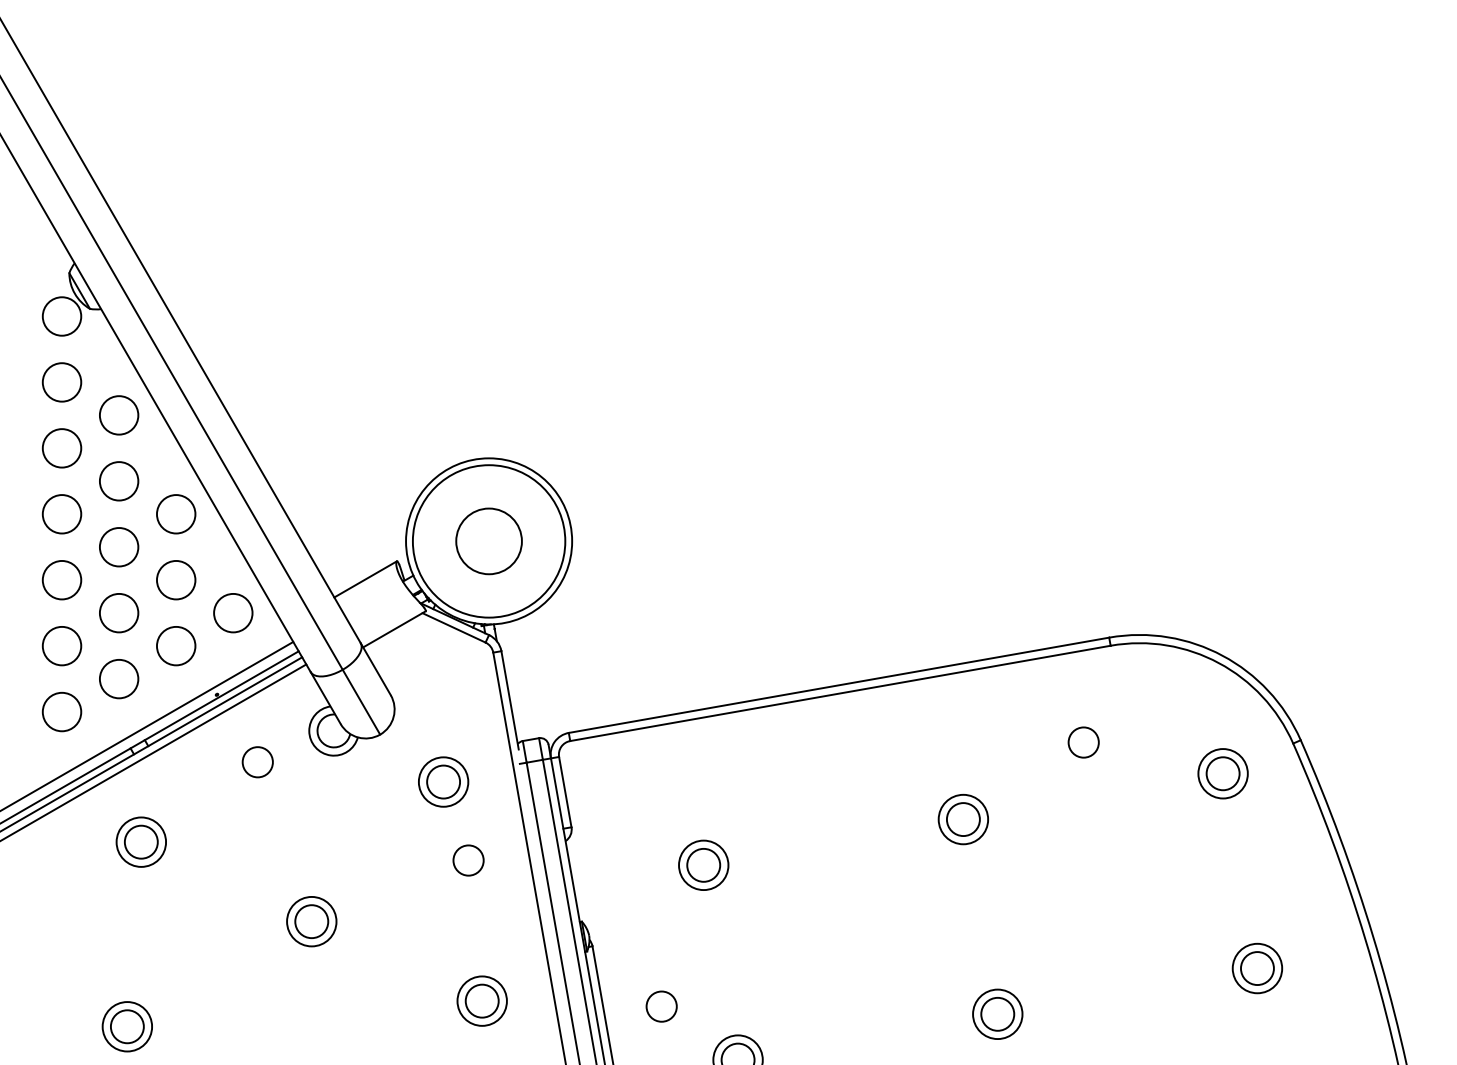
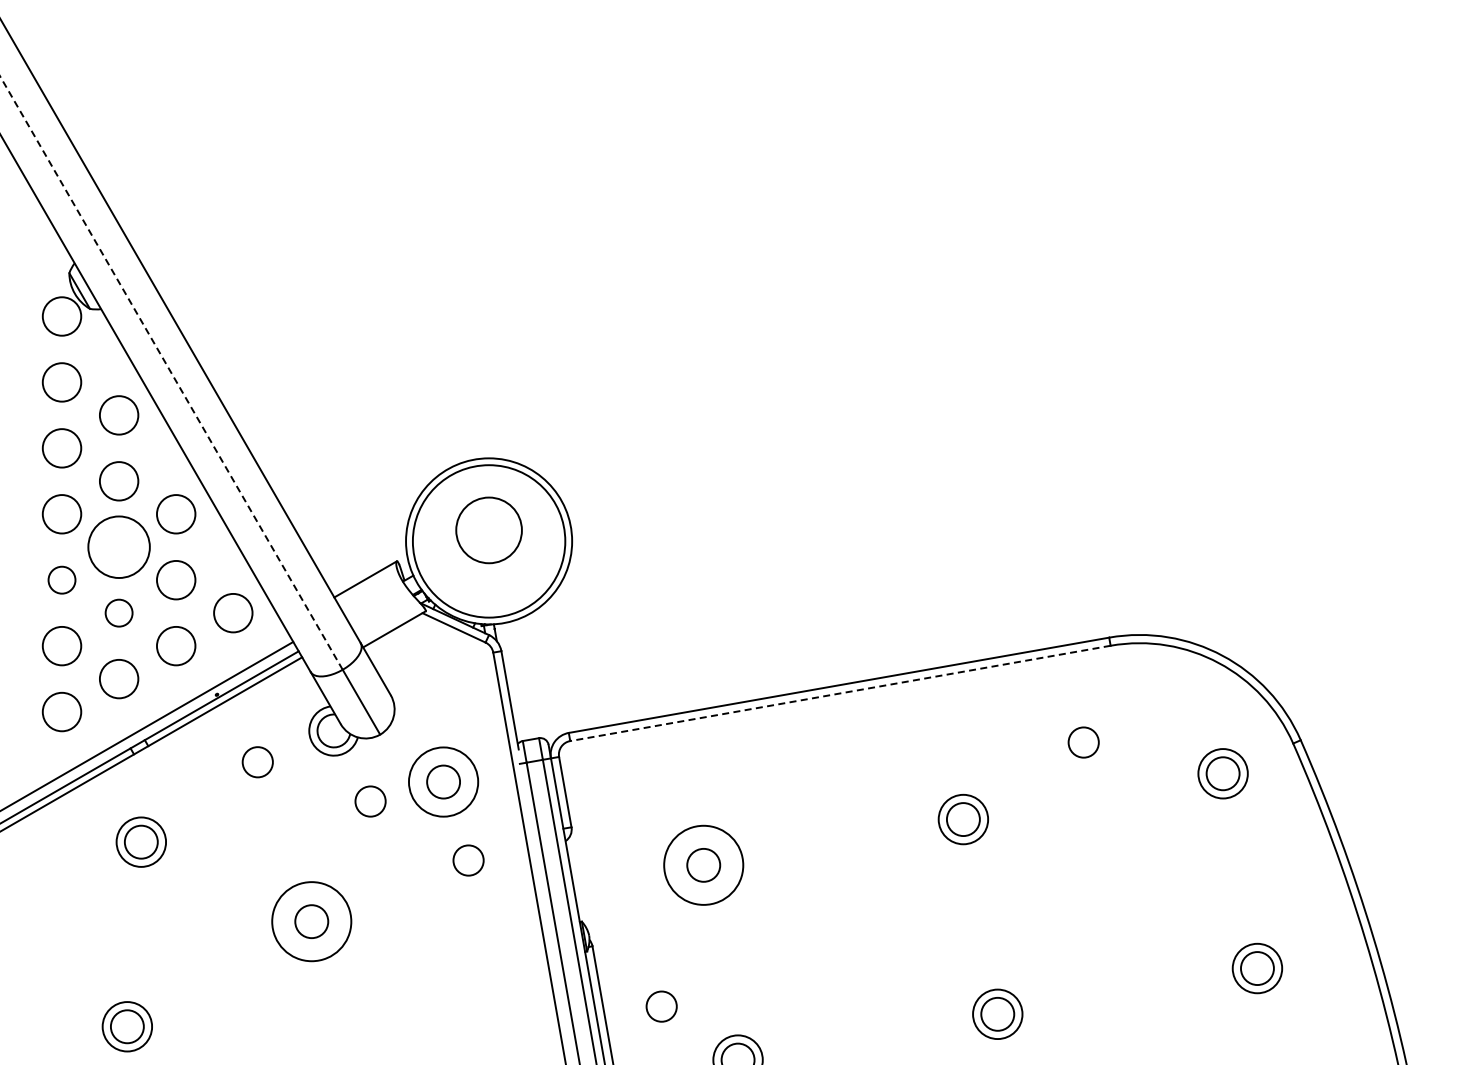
line at (171, 372): solid -> dashed
circle at (488, 541) position: (488, 541) -> (488, 530)
circle at (118, 547) diameter: 38 px -> 62 px
circle at (61, 579) diameter: 38 px -> 27 px
circle at (118, 612) diameter: 38 px -> 27 px
line at (839, 693): solid -> dashed
line at (154, 752): present -> none
circle at (443, 781) diameter: 49 px -> 69 px
circle at (370, 801): none -> present
circle at (703, 865) diameter: 49 px -> 79 px
circle at (311, 921) diameter: 49 px -> 79 px
part at (481, 1000): present -> none
